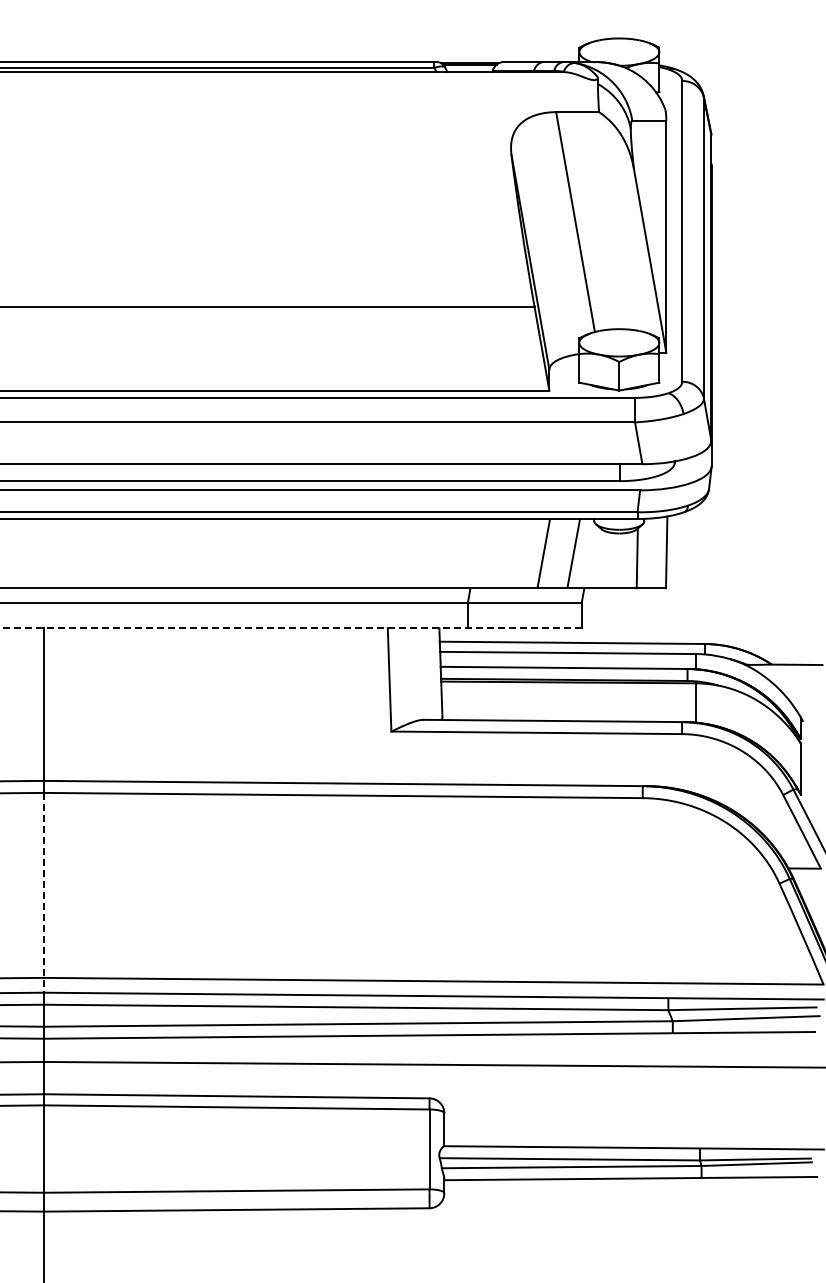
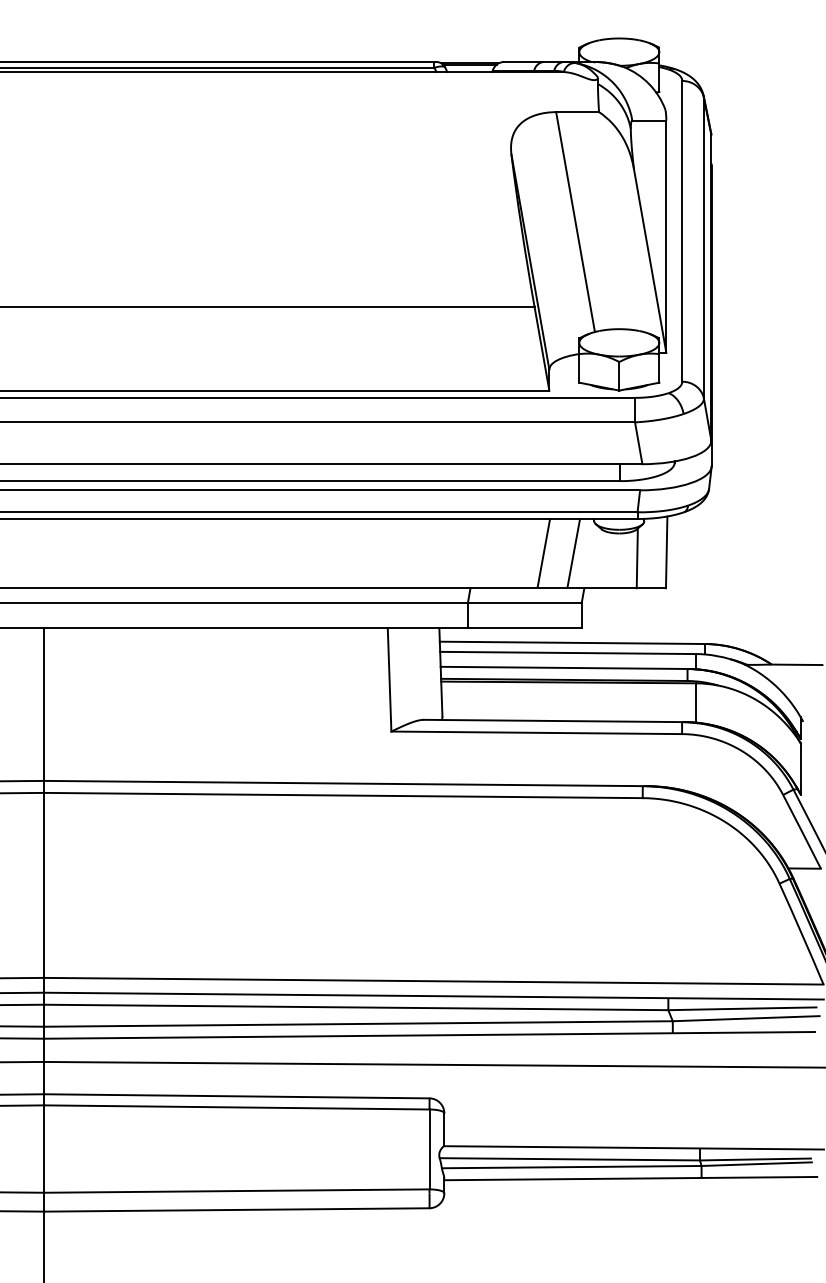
line at (290, 628): dashed -> solid
line at (44, 892): dashed -> solid
